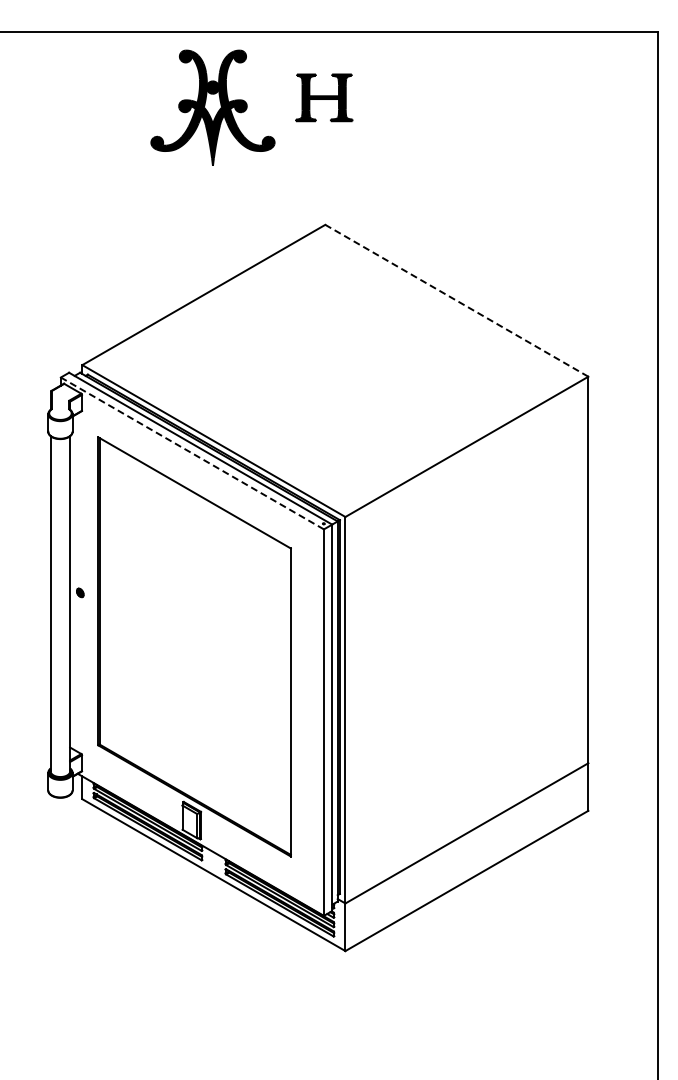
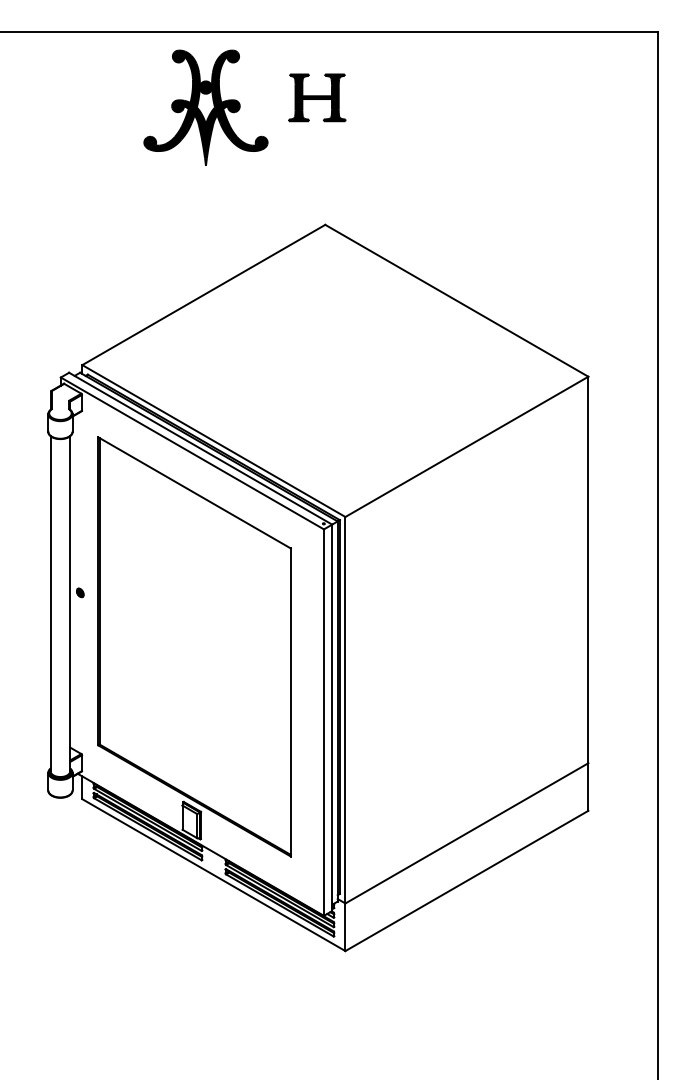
part at (251, 107) position: (251, 107) -> (244, 107)
line at (456, 300): dashed -> solid
line at (192, 453): dashed -> solid
